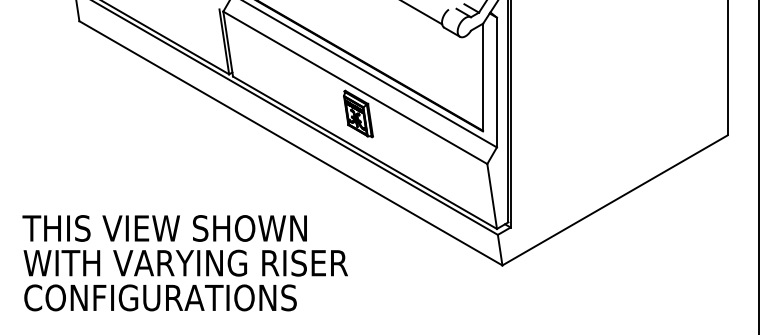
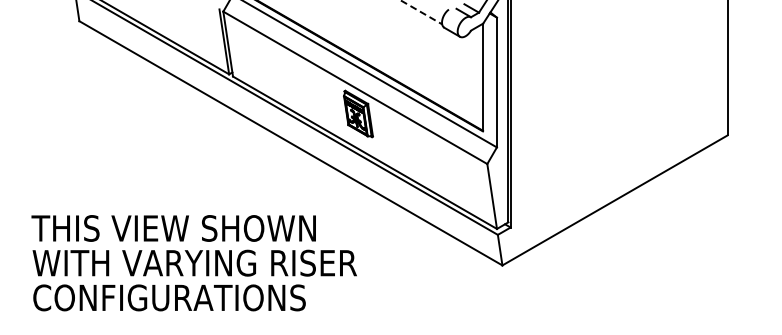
line at (421, 12): solid -> dashed
line at (758, 166): present -> none
text at (184, 263) position: (184, 263) -> (193, 263)
